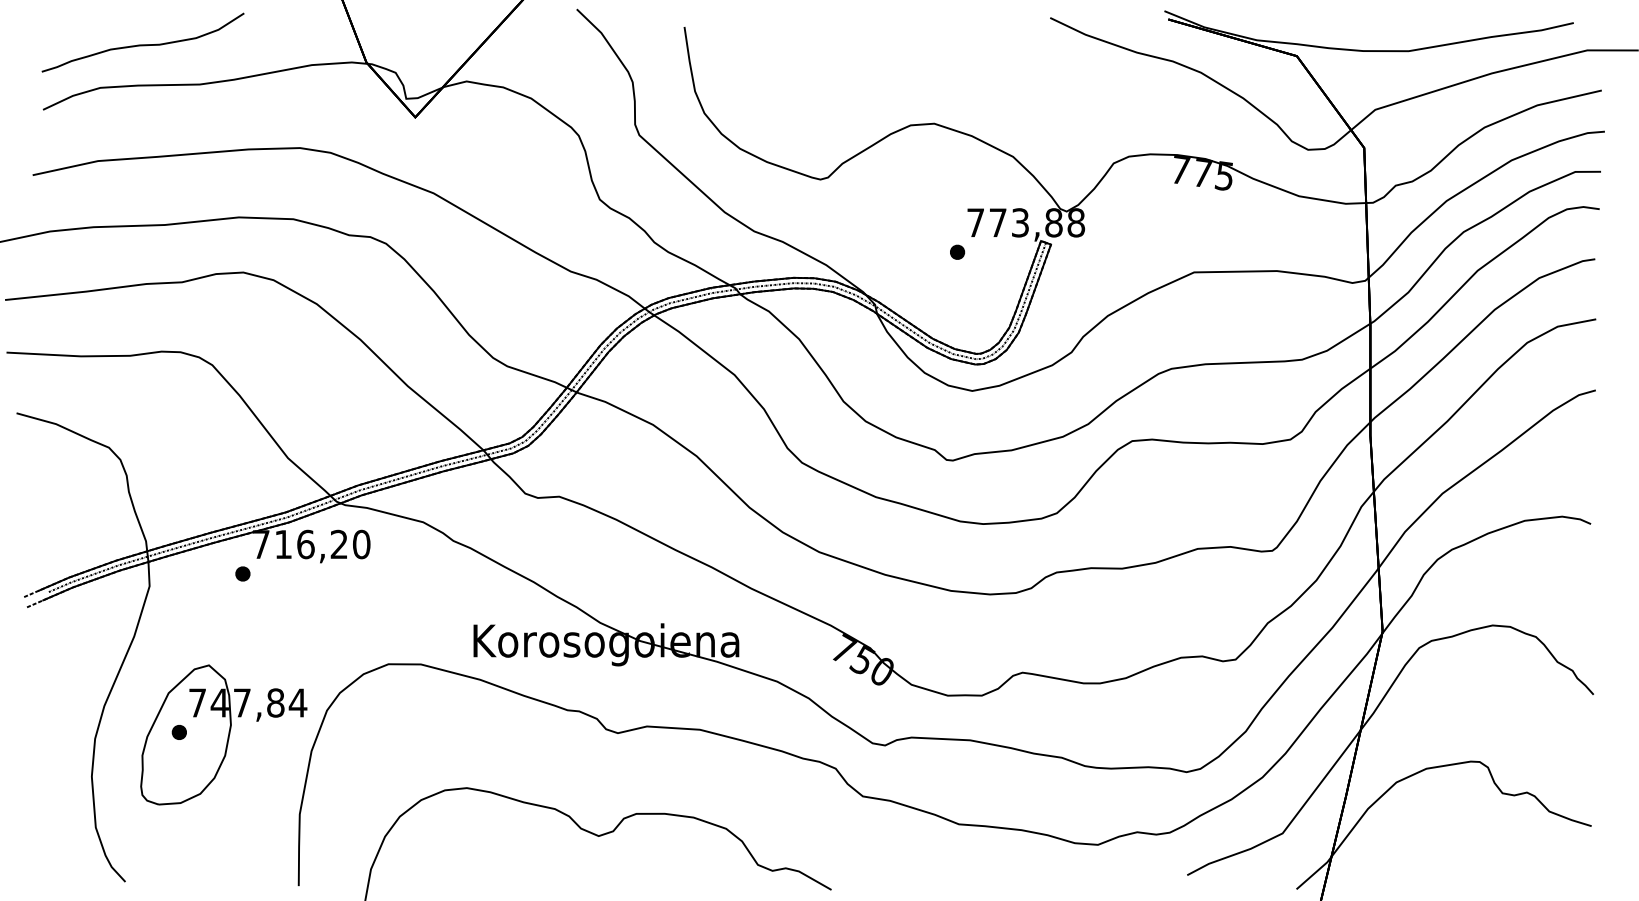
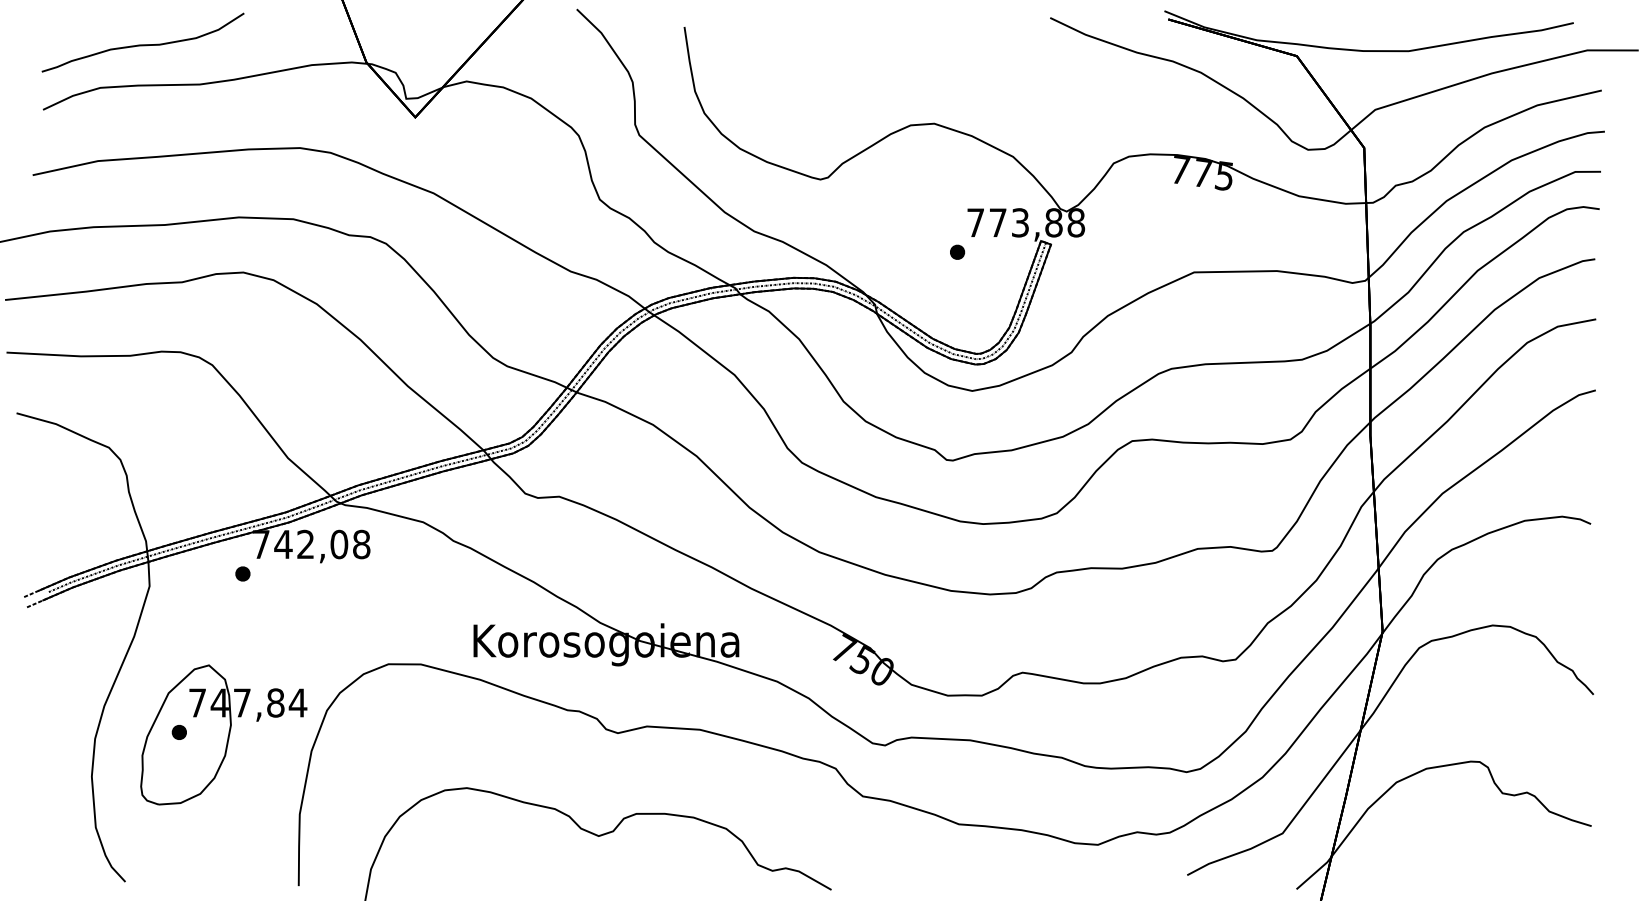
text at (322, 544): 716,20 -> 742,08
